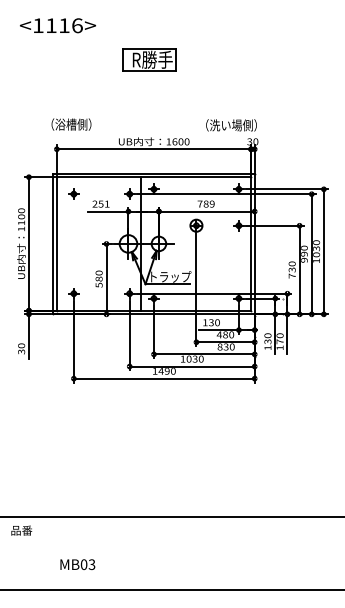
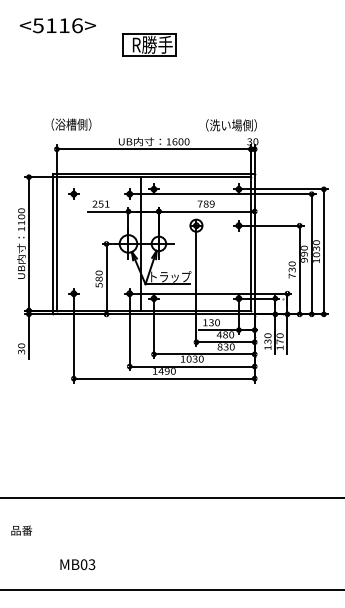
text at (37, 25): <1116> -> <5116>
part at (149, 59) position: (149, 59) -> (149, 44)
line at (171, 516) position: (171, 516) -> (171, 497)
